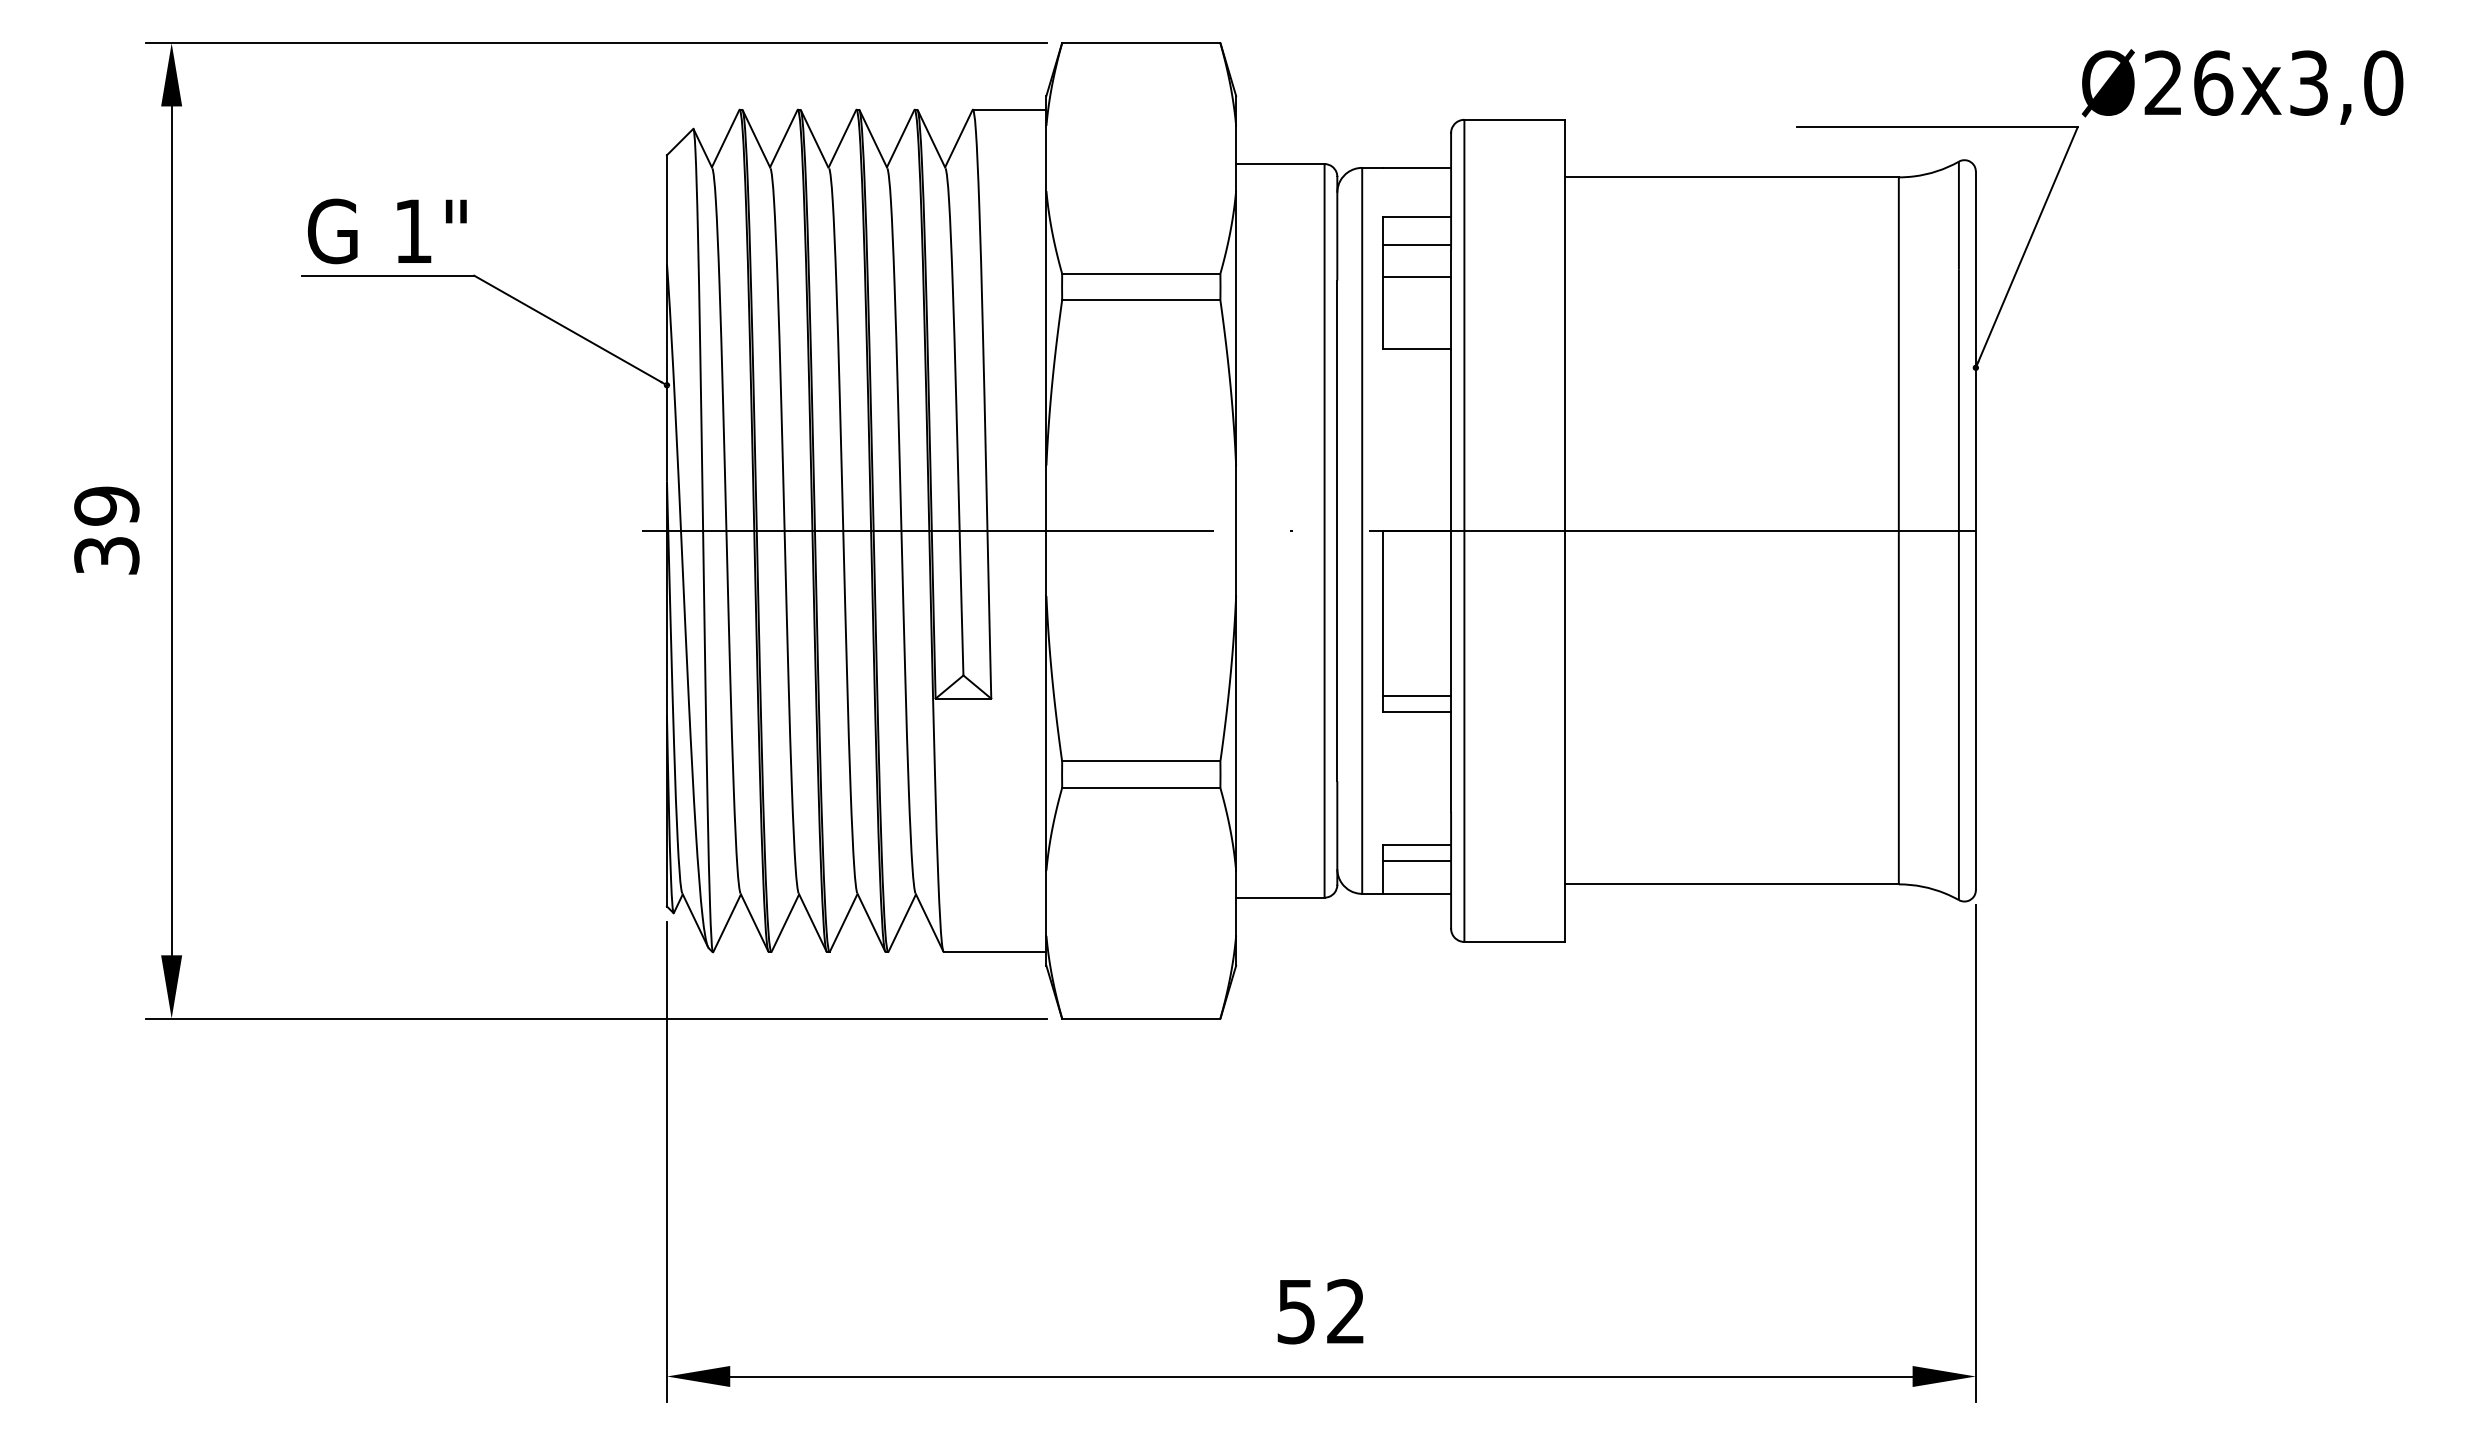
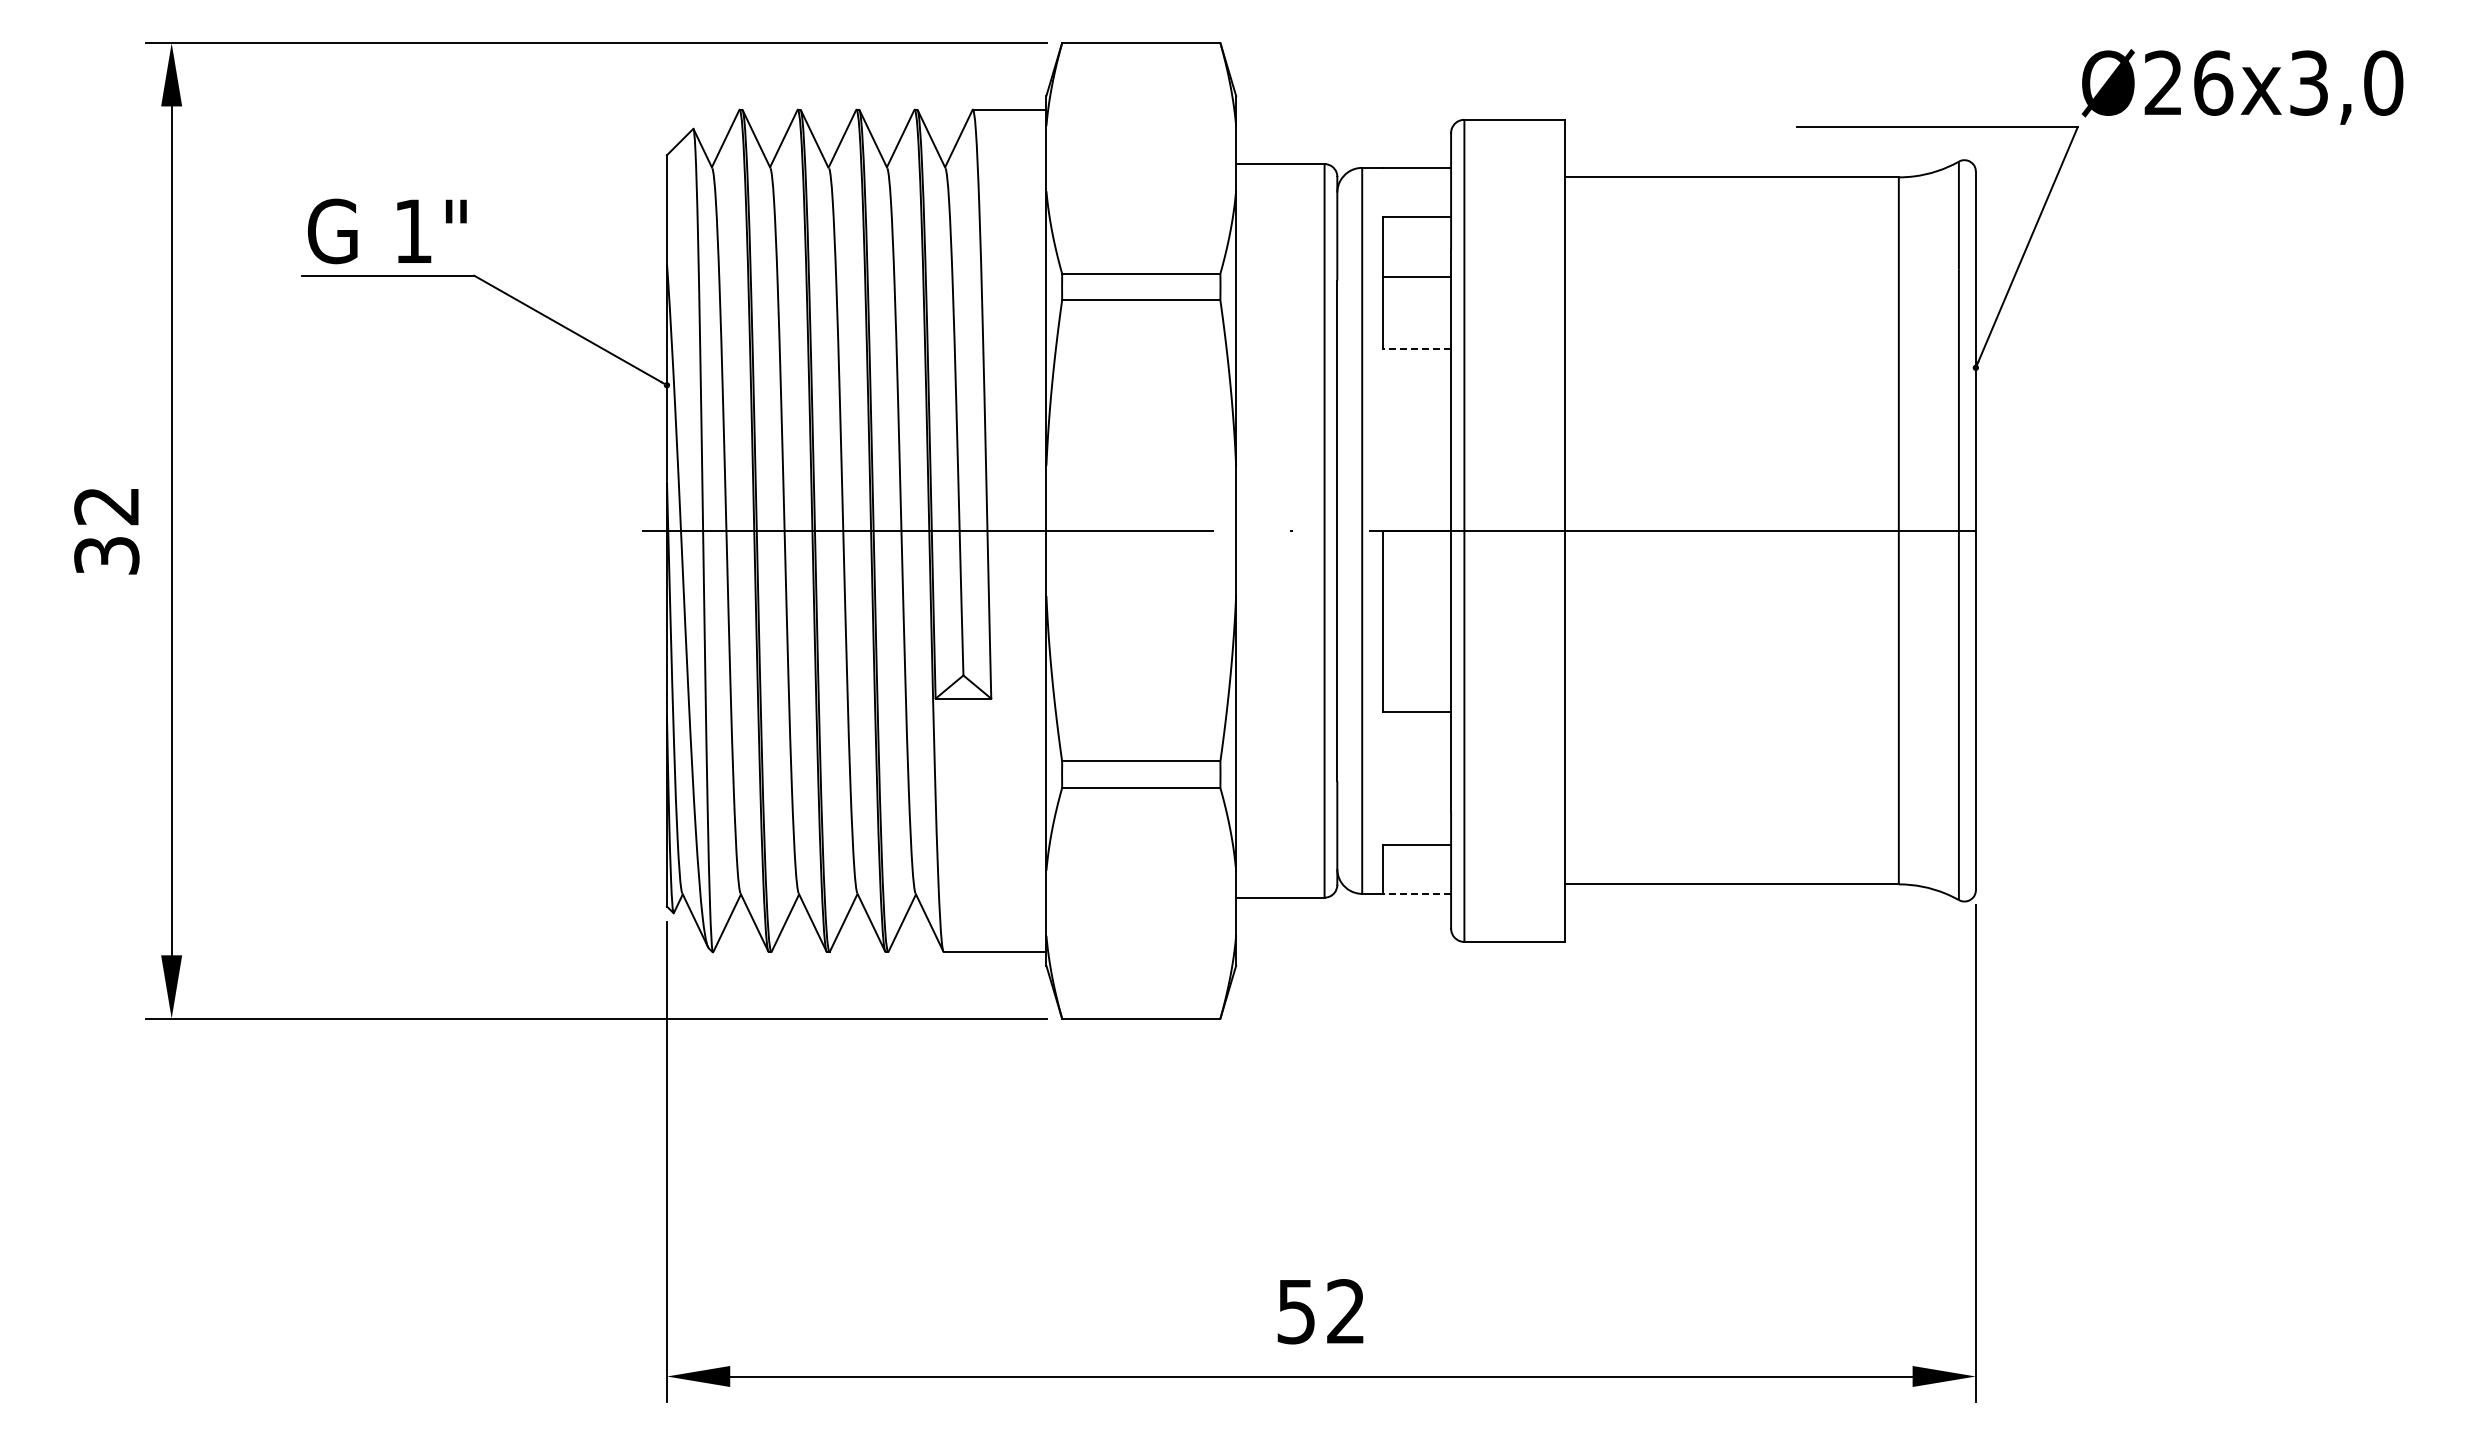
line at (1416, 245): present -> none
line at (1416, 349): solid -> dashed
text at (106, 505): 39 -> 32
line at (1416, 695): present -> none
line at (1416, 860): present -> none
line at (1416, 893): solid -> dashed
